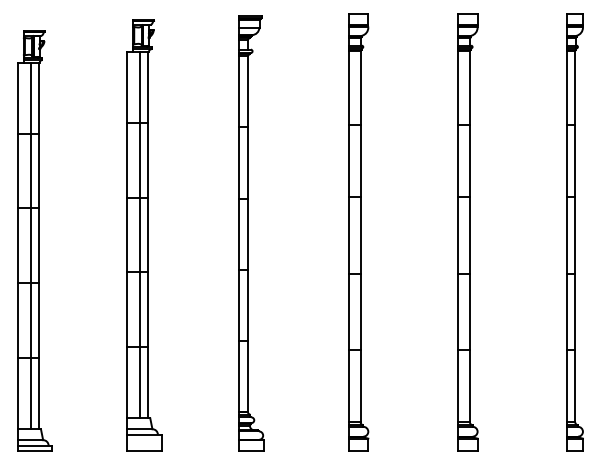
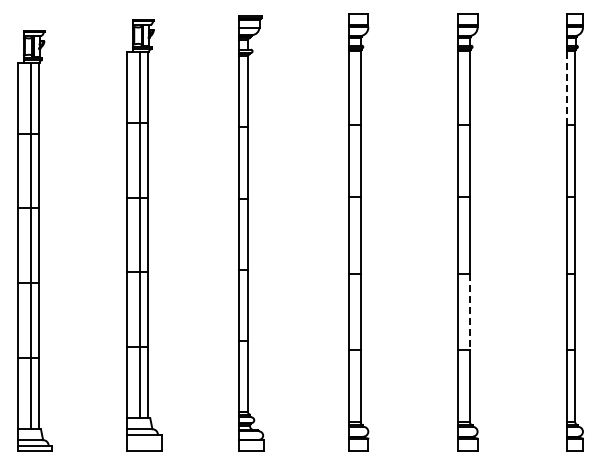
line at (567, 87): solid -> dashed
line at (469, 312): solid -> dashed
